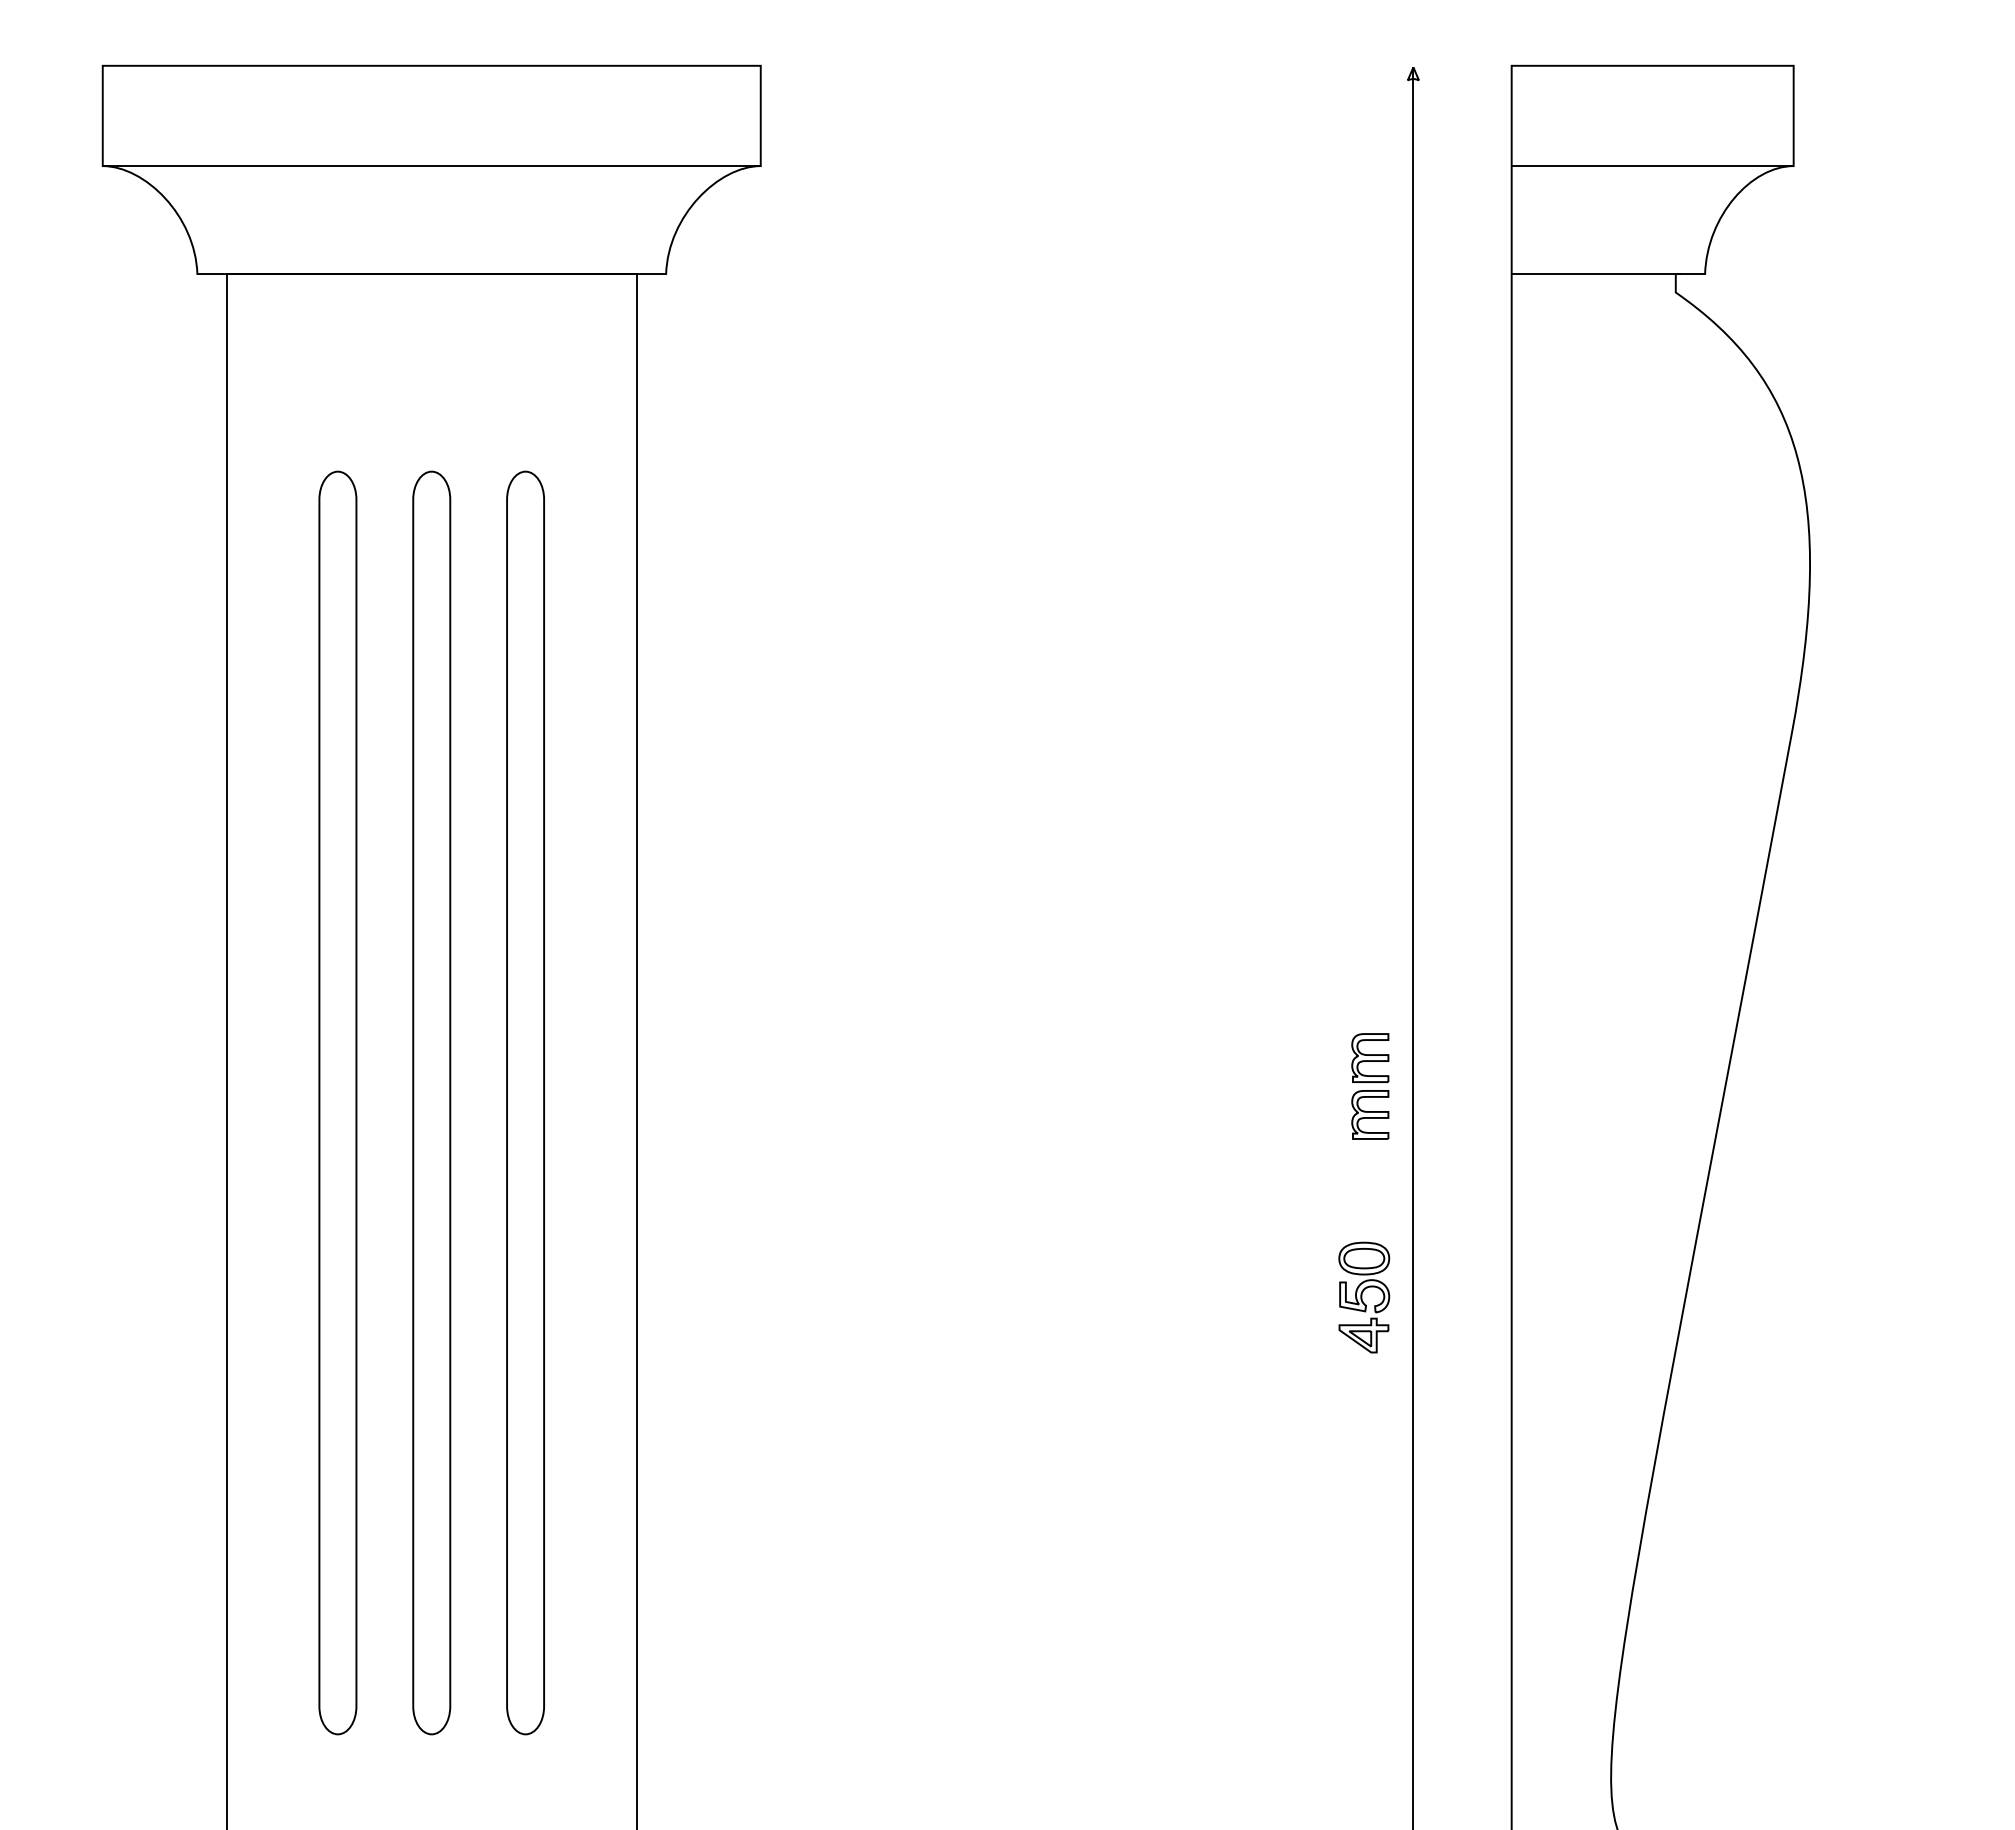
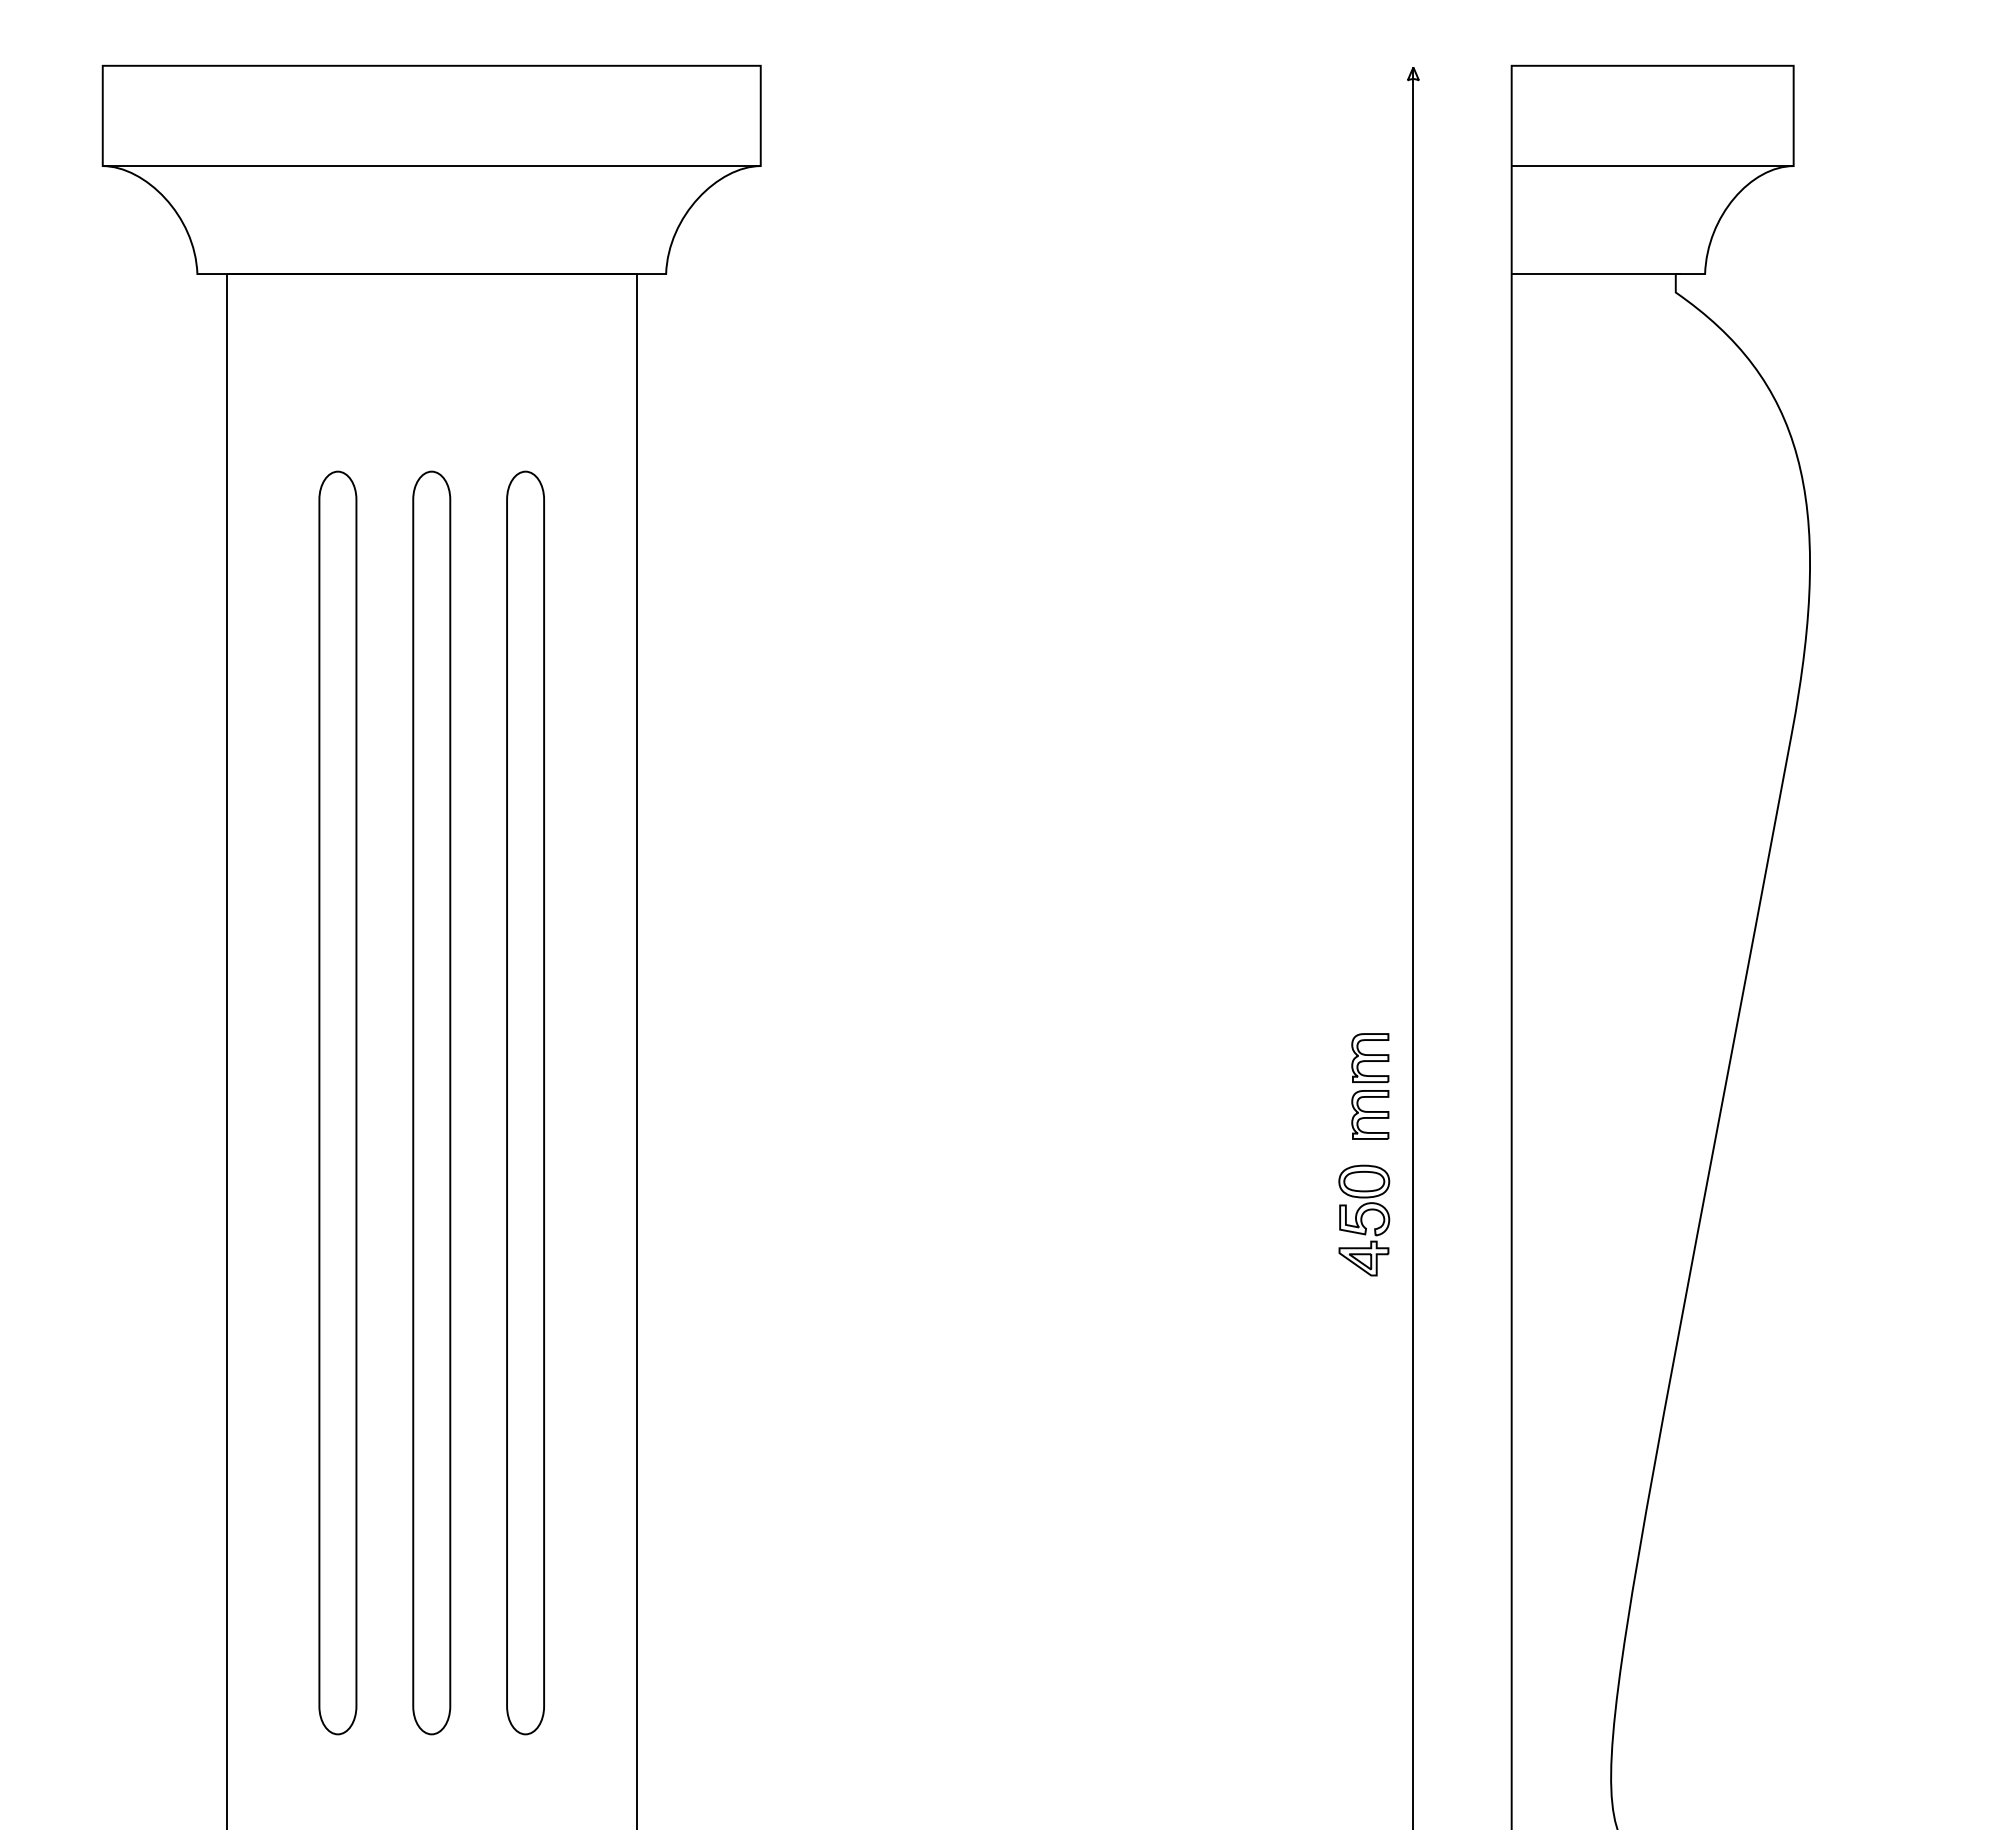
part at (1364, 1297) position: (1364, 1297) -> (1364, 1220)
